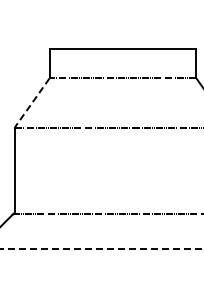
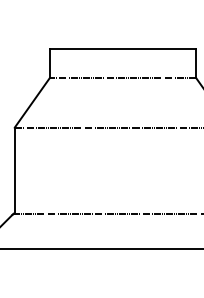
line at (32, 102): dashed -> solid
line at (102, 248): dashed -> solid
